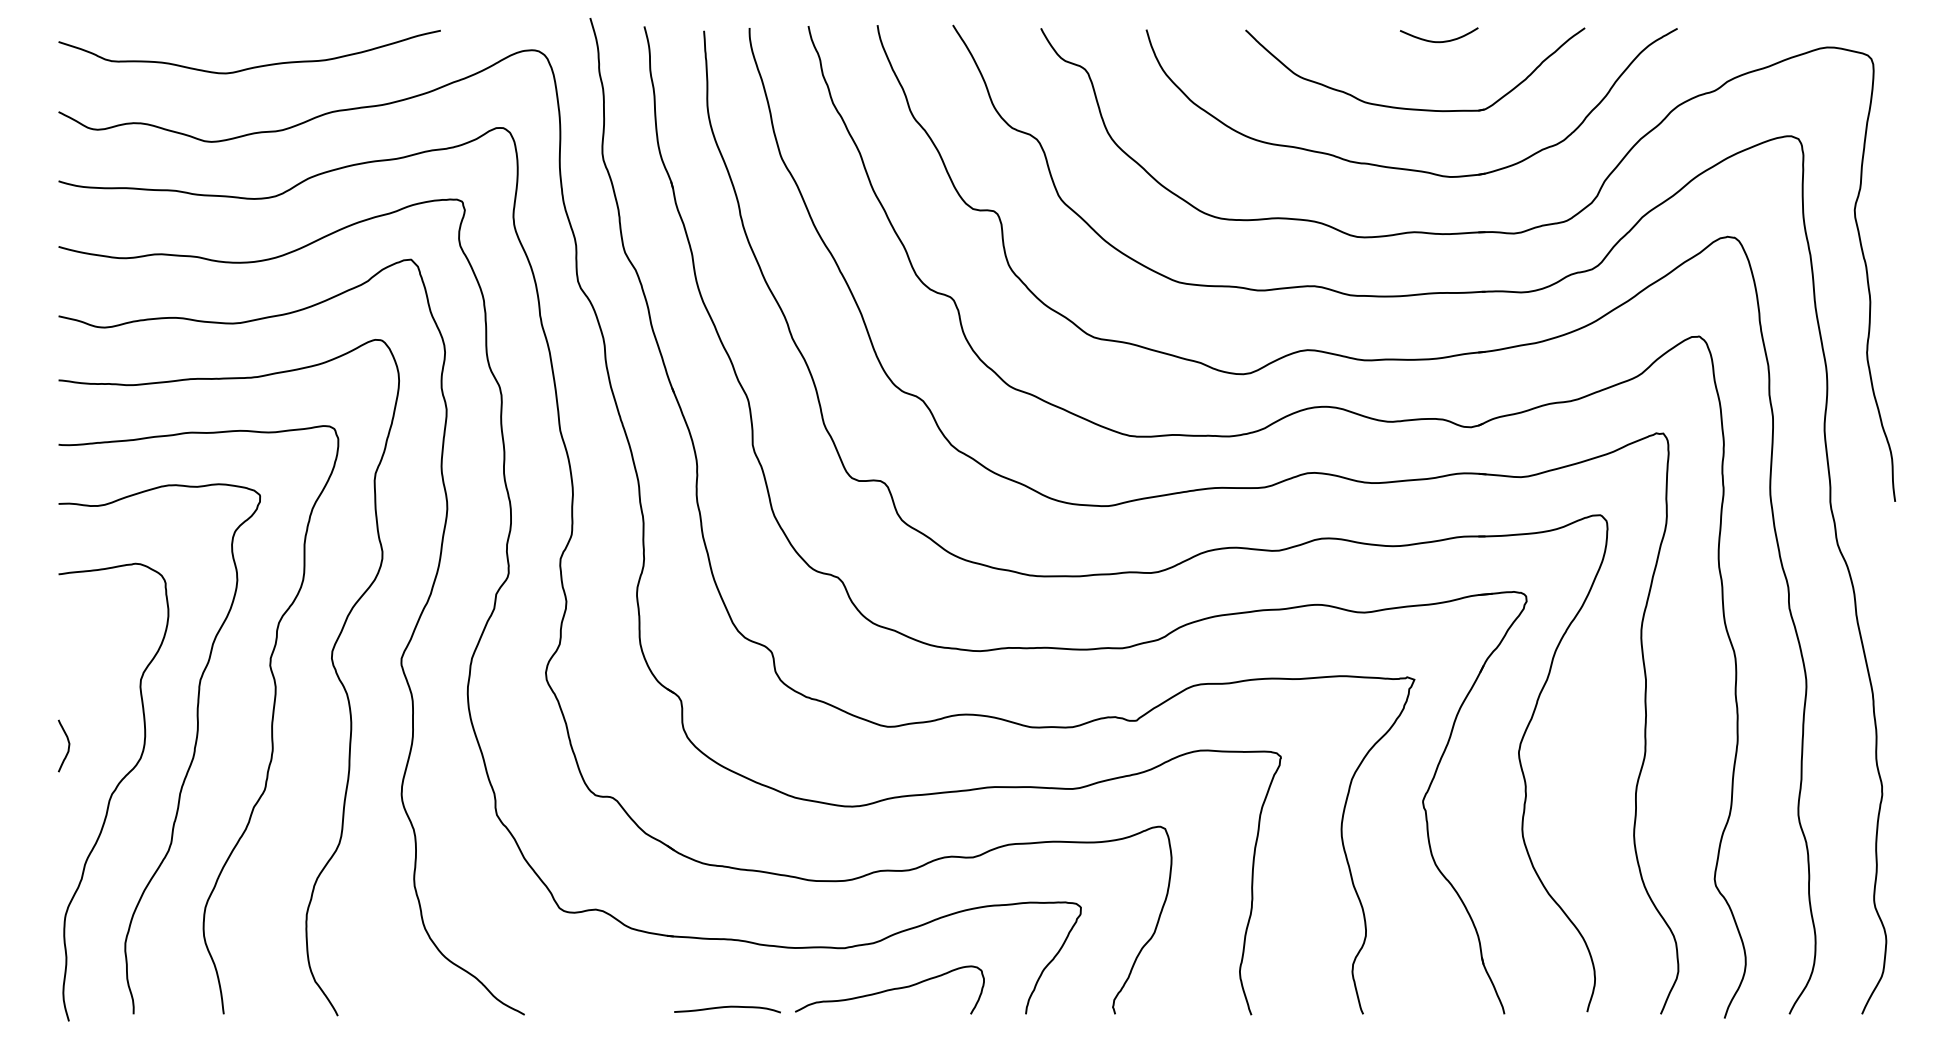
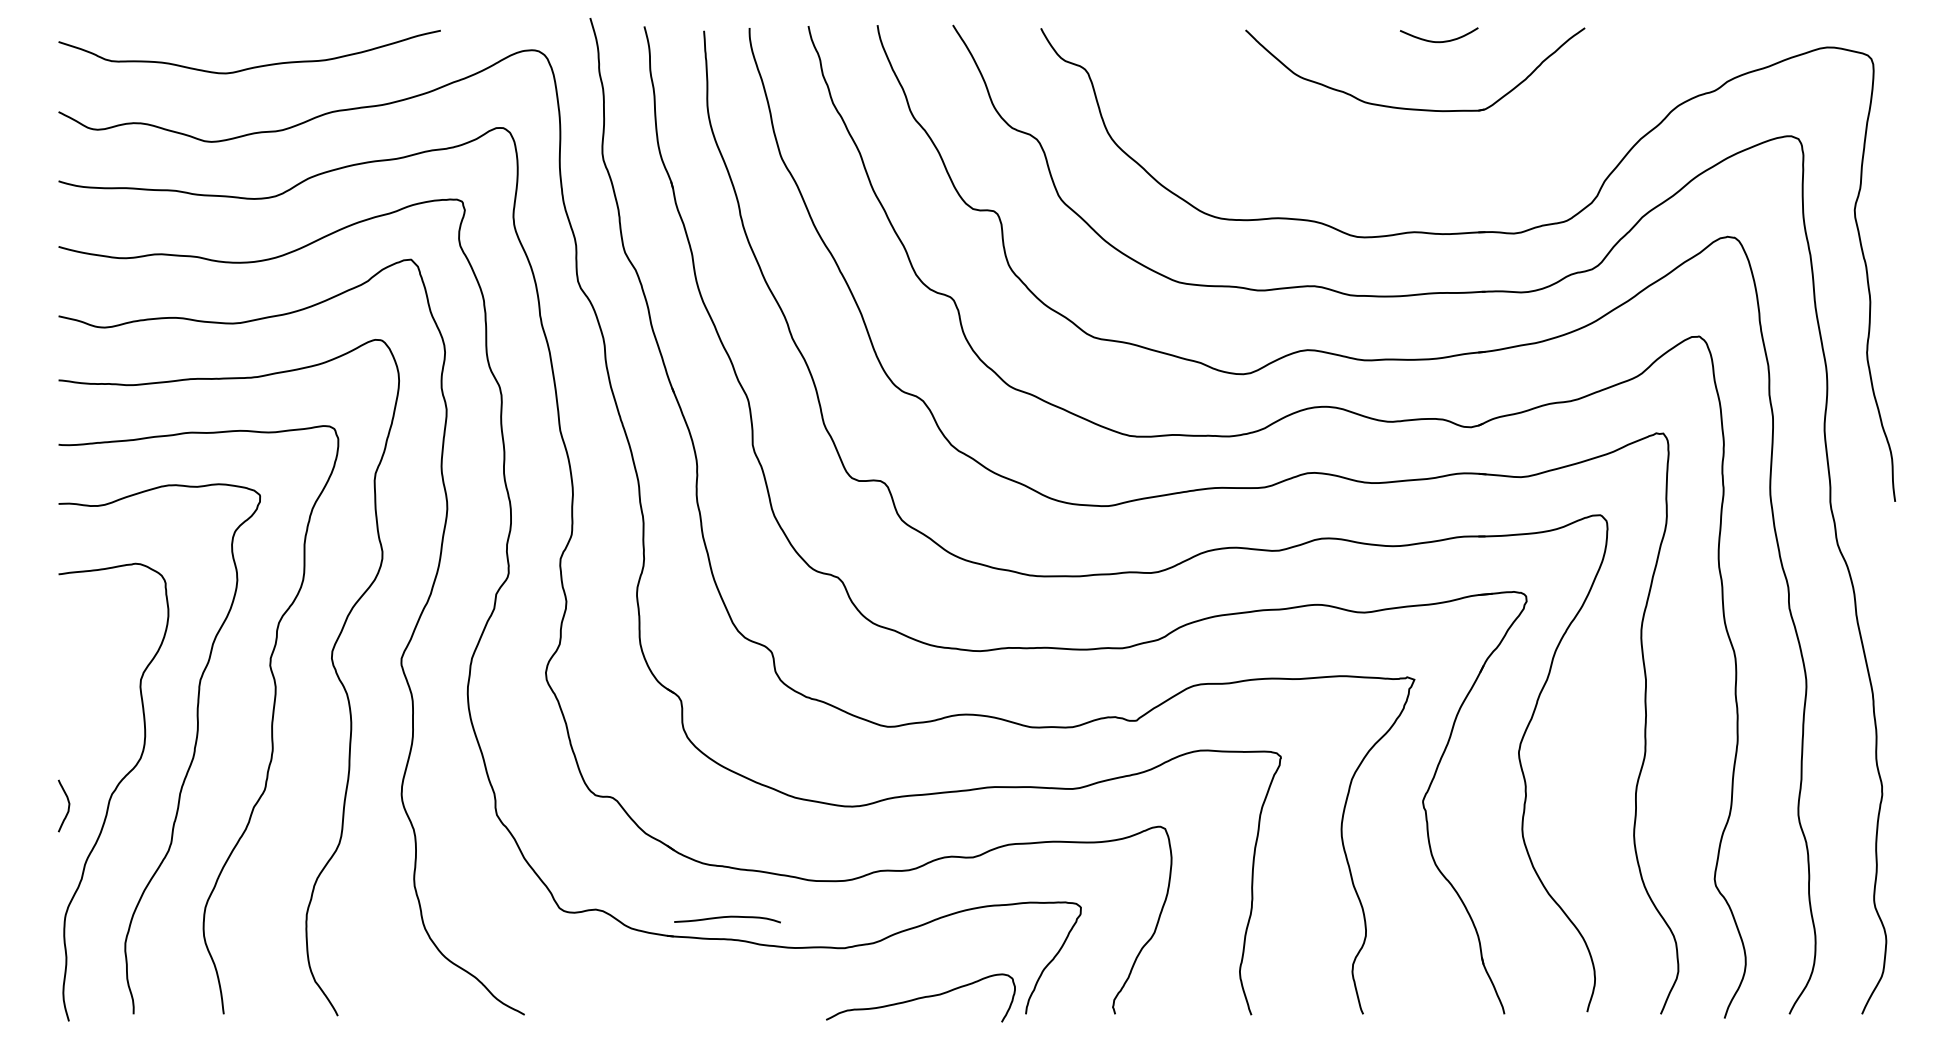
part at (1400, 167): present -> none
curve at (68, 745) position: (68, 745) -> (68, 805)
curve at (889, 989) position: (889, 989) -> (920, 997)
curve at (727, 1007) position: (727, 1007) -> (727, 917)
